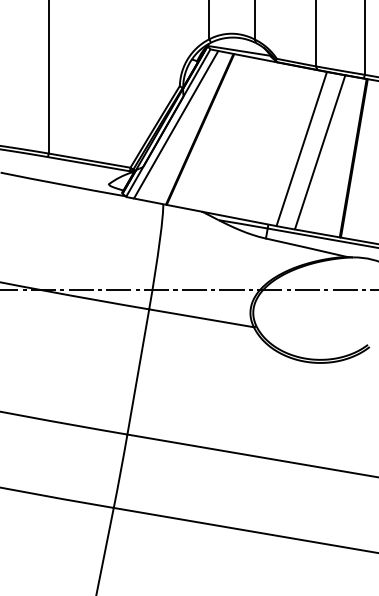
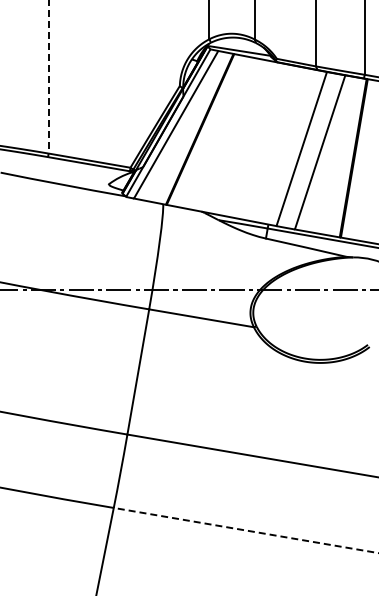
line at (48, 77): solid -> dashed
line at (245, 530): solid -> dashed
